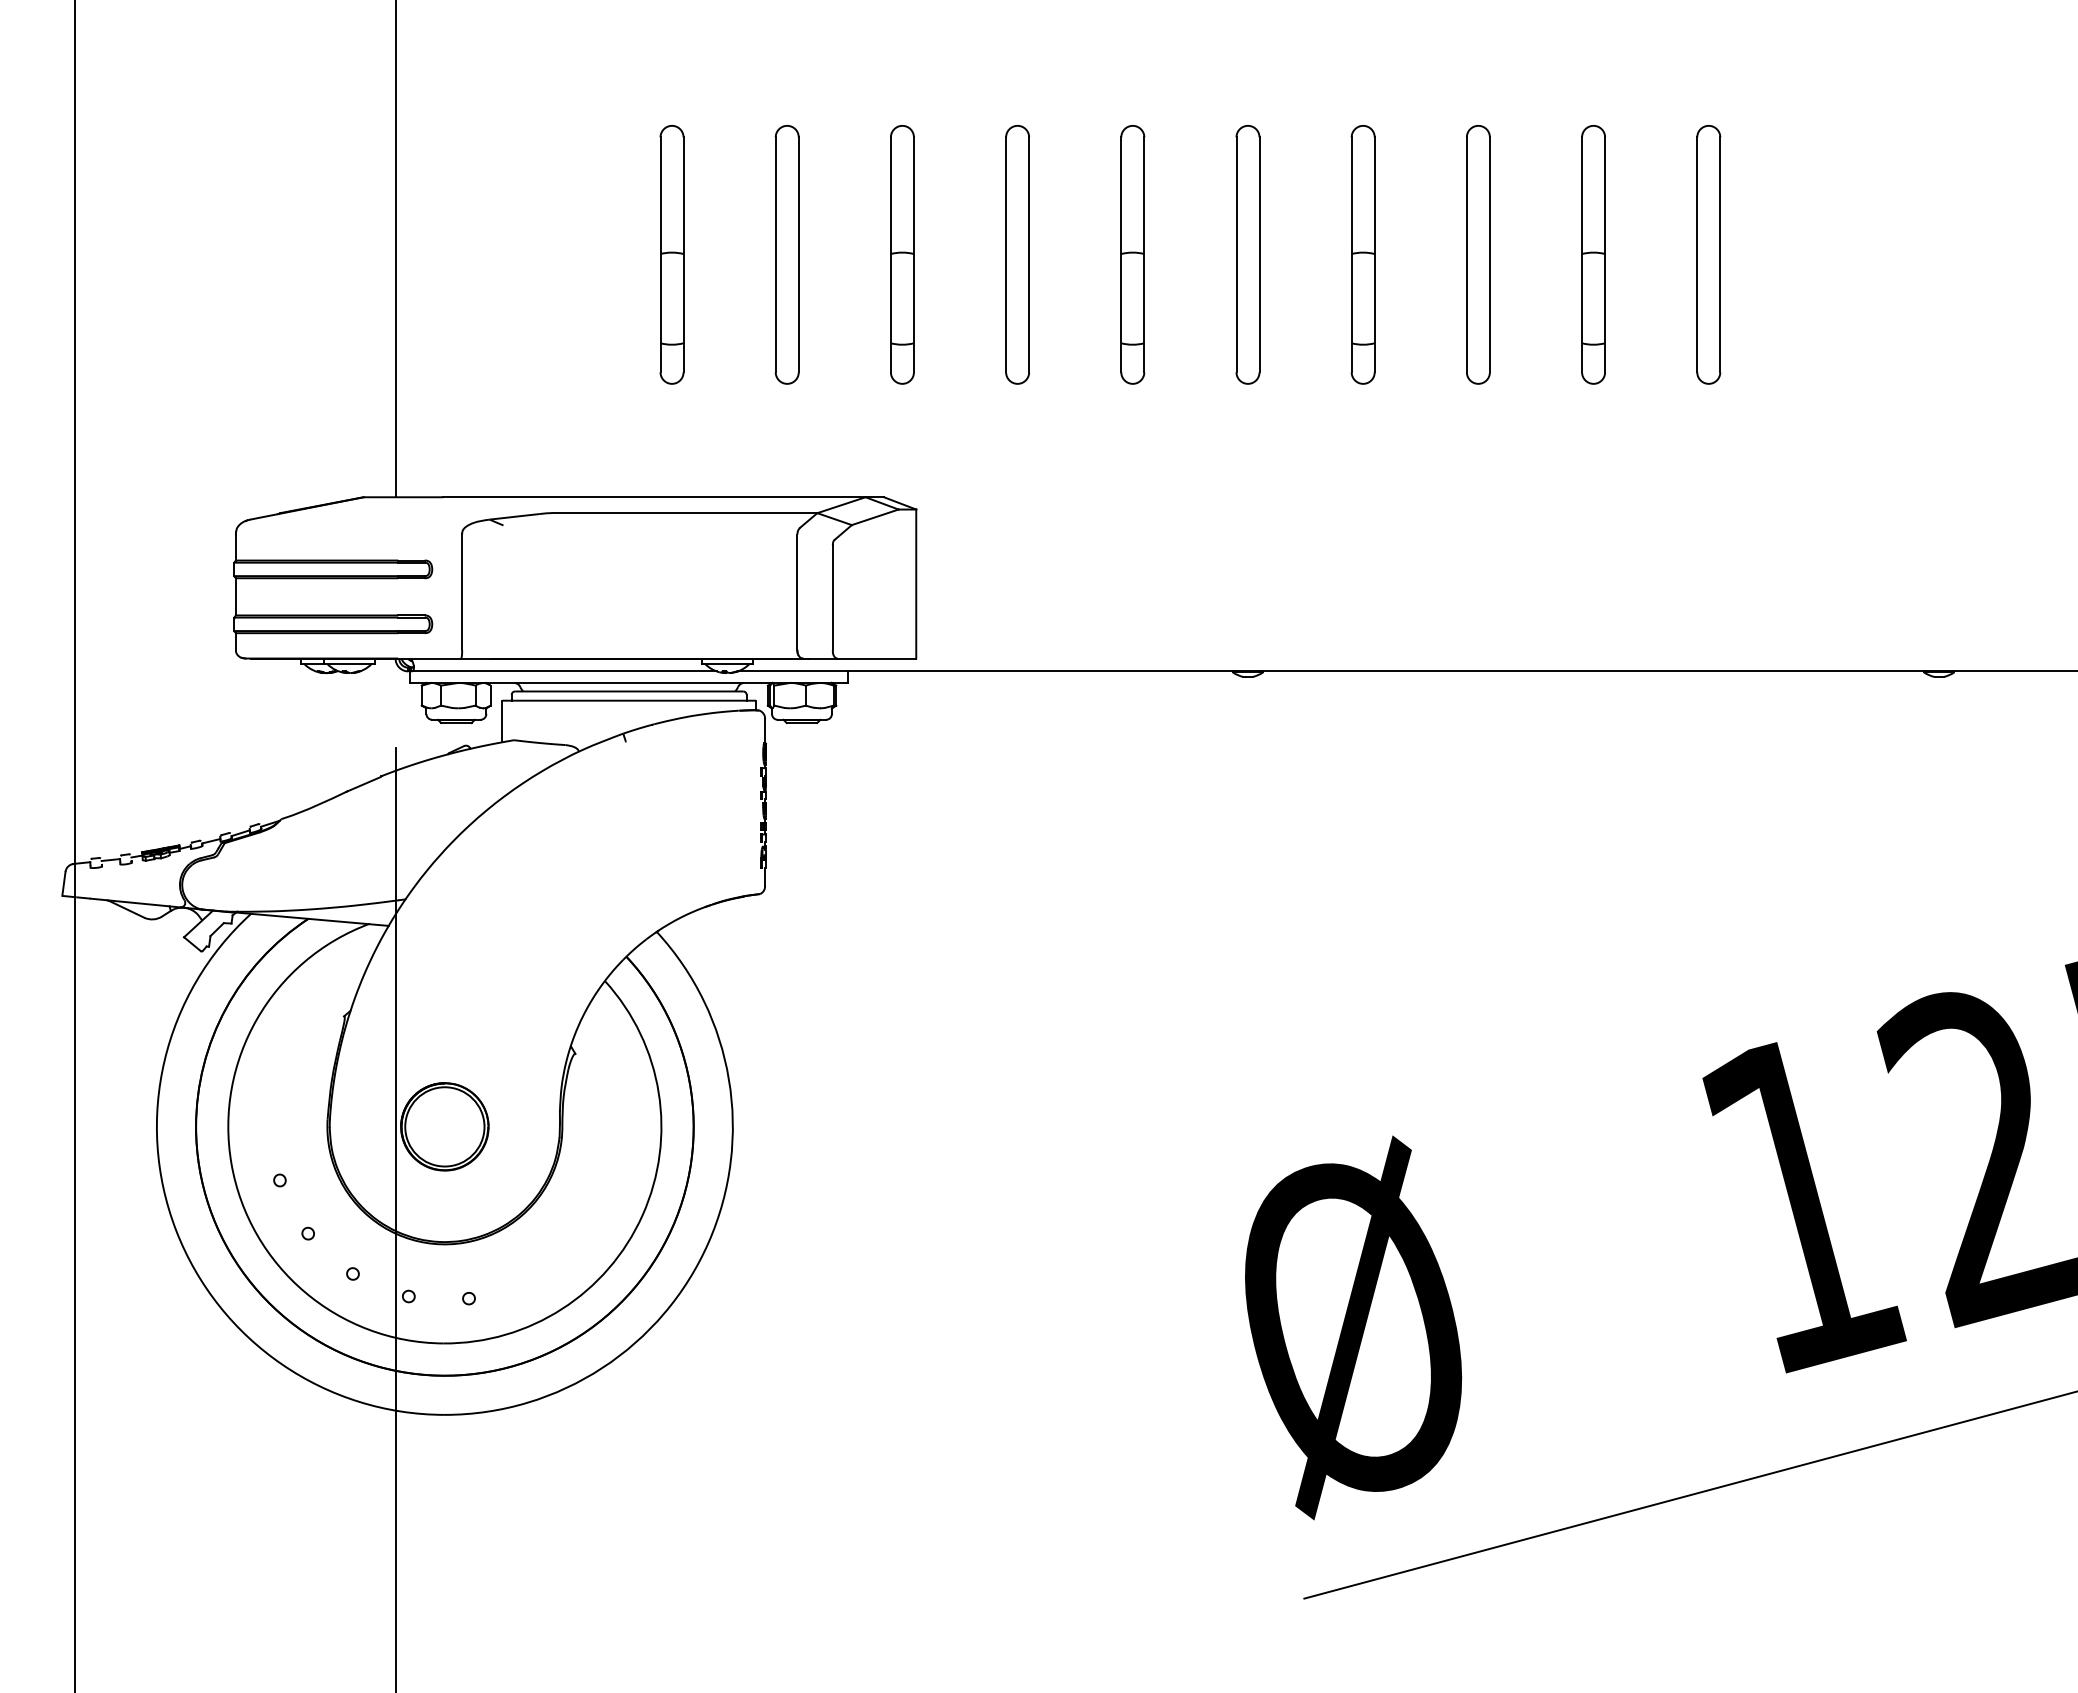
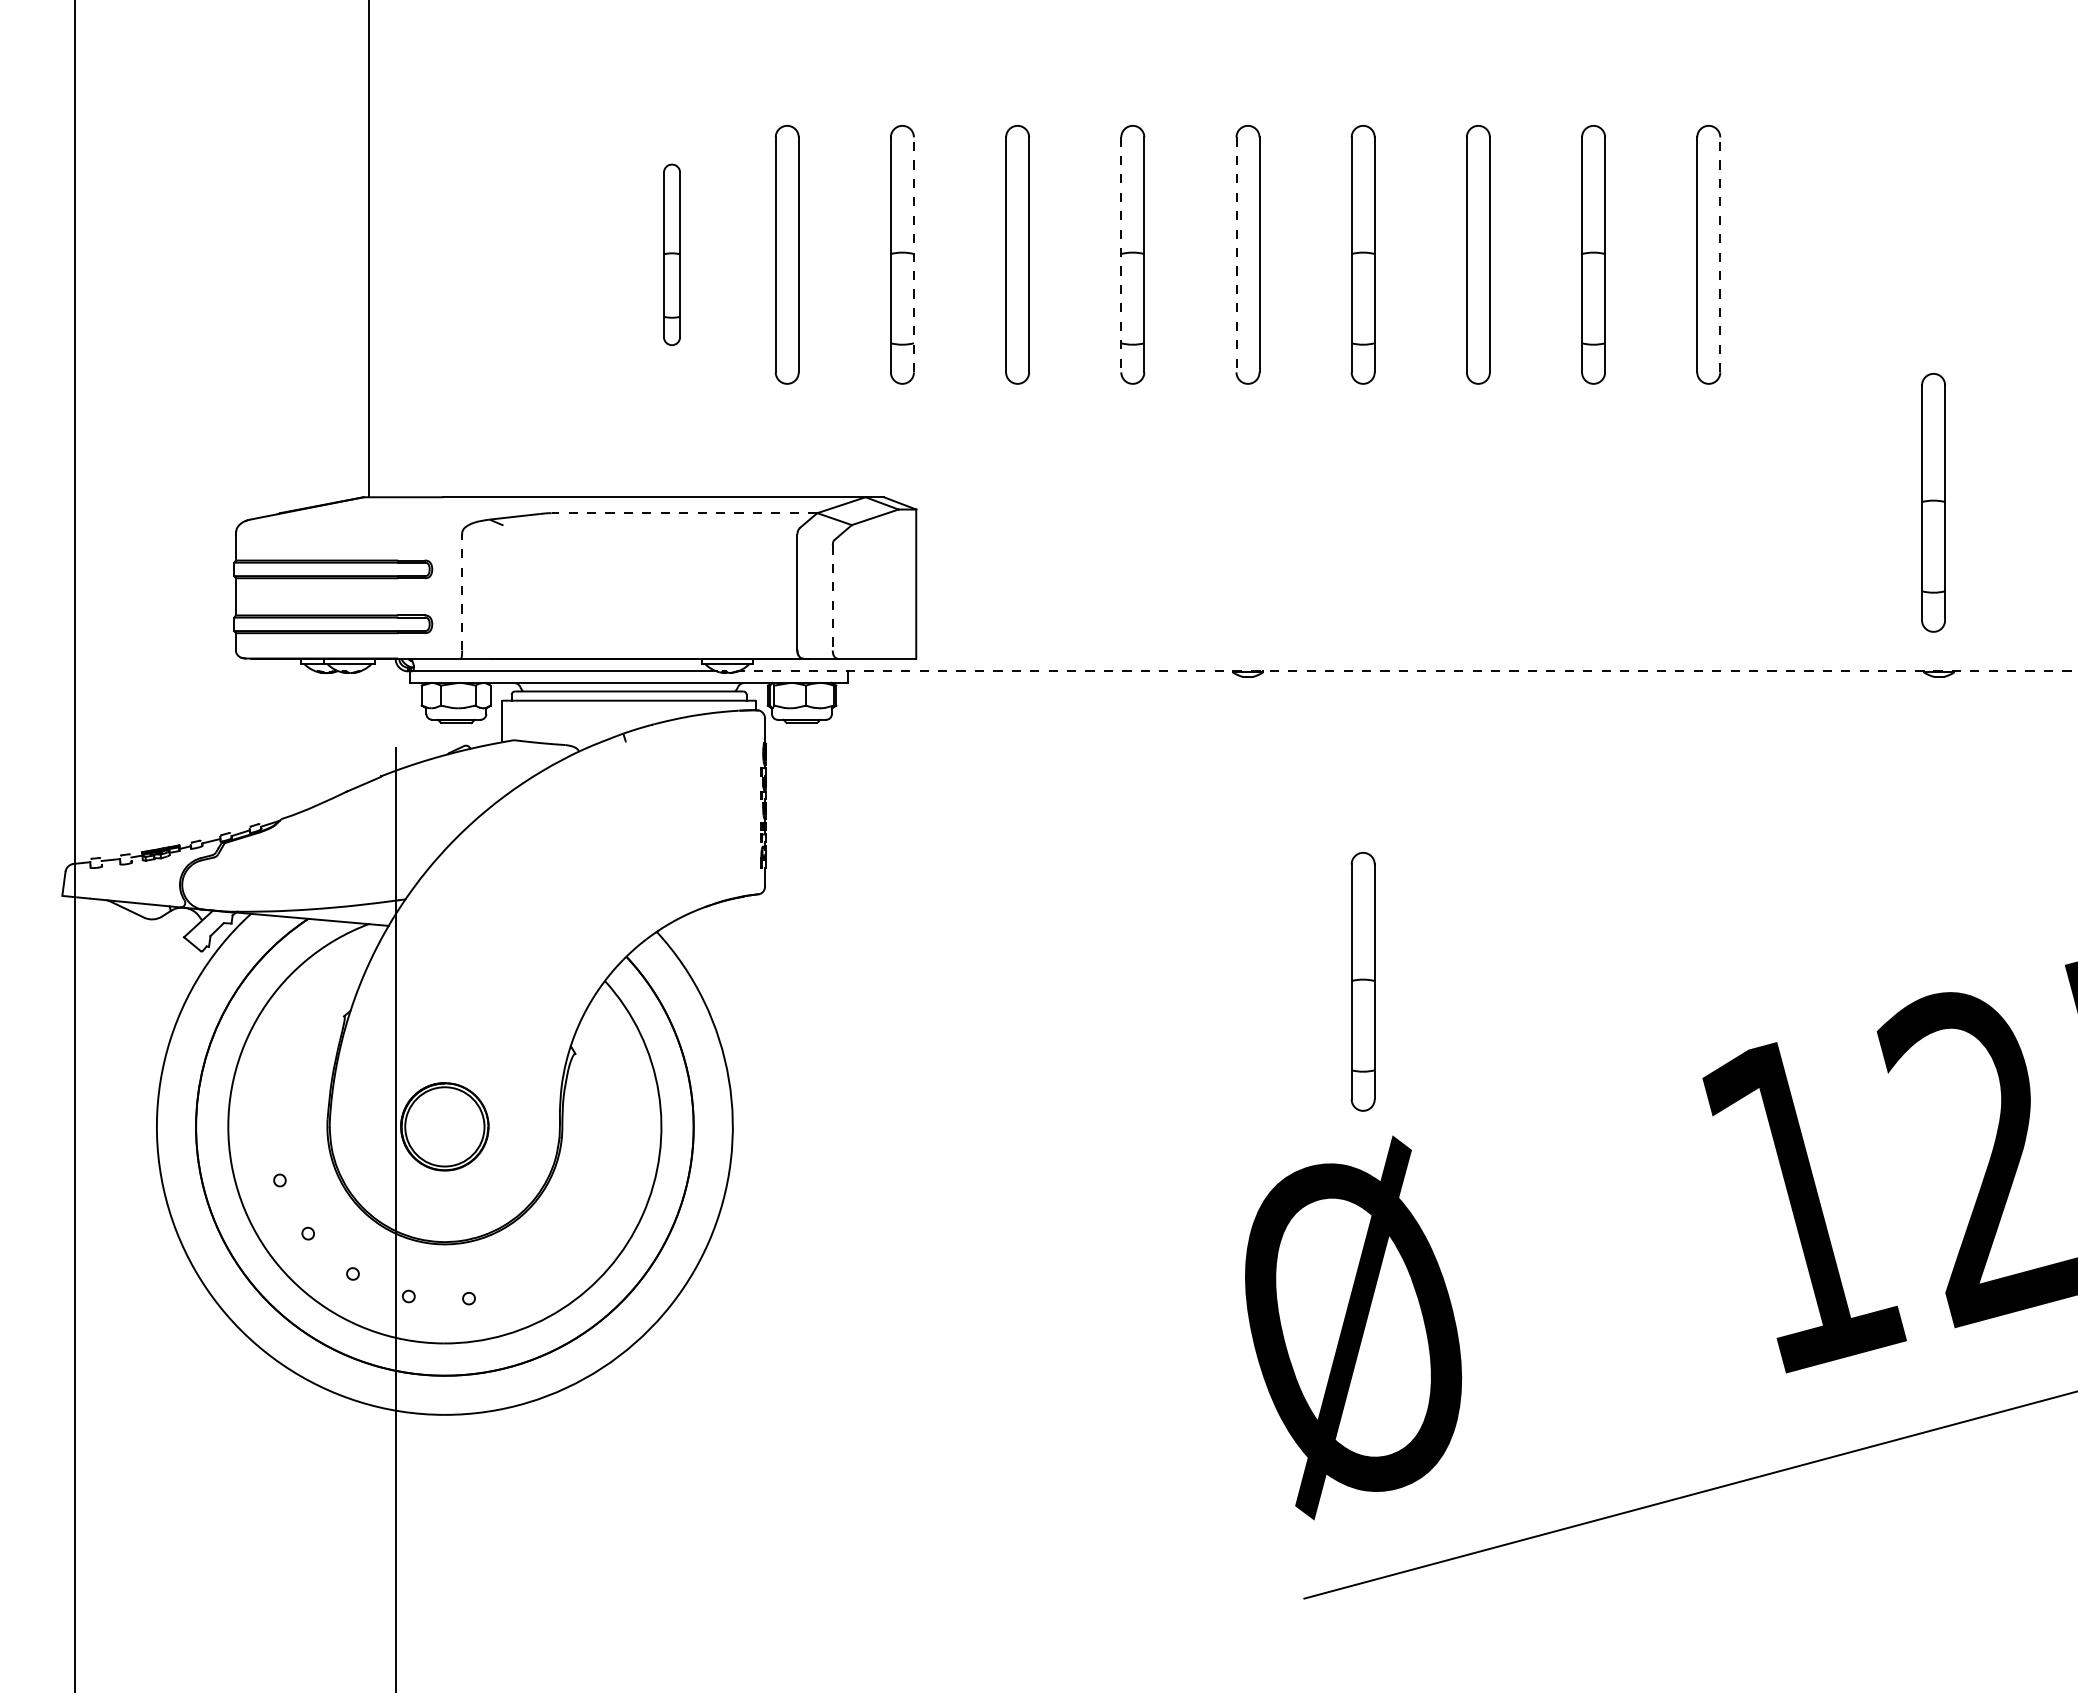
line at (395, 249) position: (395, 249) -> (368, 249)
part at (671, 254) size: 26x260 px -> 18x184 px
line at (913, 254): solid -> dashed
line at (1720, 254): solid -> dashed
line at (1121, 255): solid -> dashed
line at (1236, 255): solid -> dashed
part at (1933, 502): none -> present
line at (684, 513): solid -> dashed
line at (462, 591): solid -> dashed
line at (832, 597): solid -> dashed
line at (1407, 671): solid -> dashed
part at (1362, 981): none -> present
